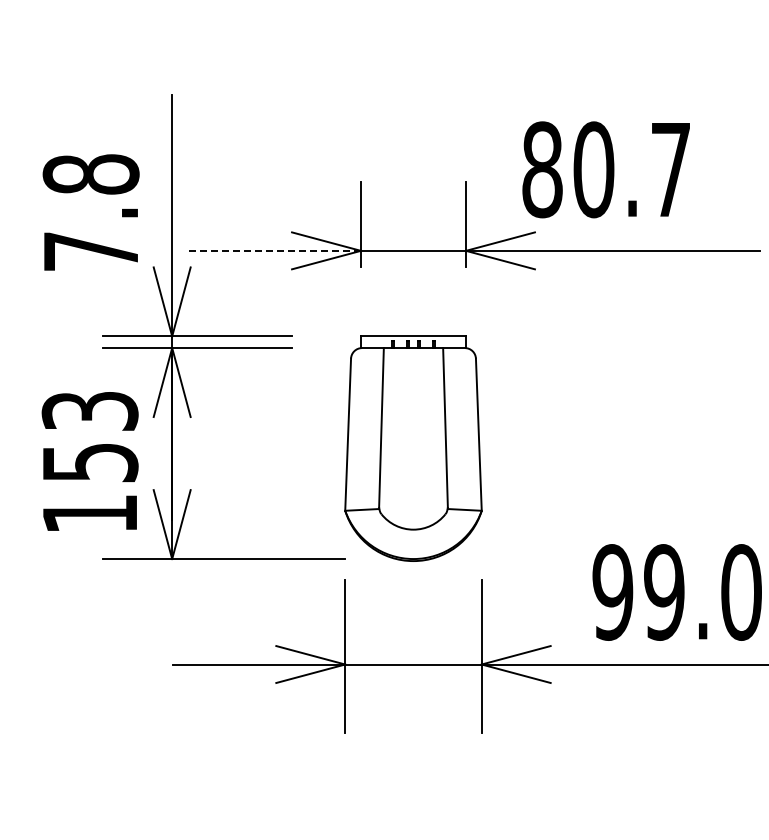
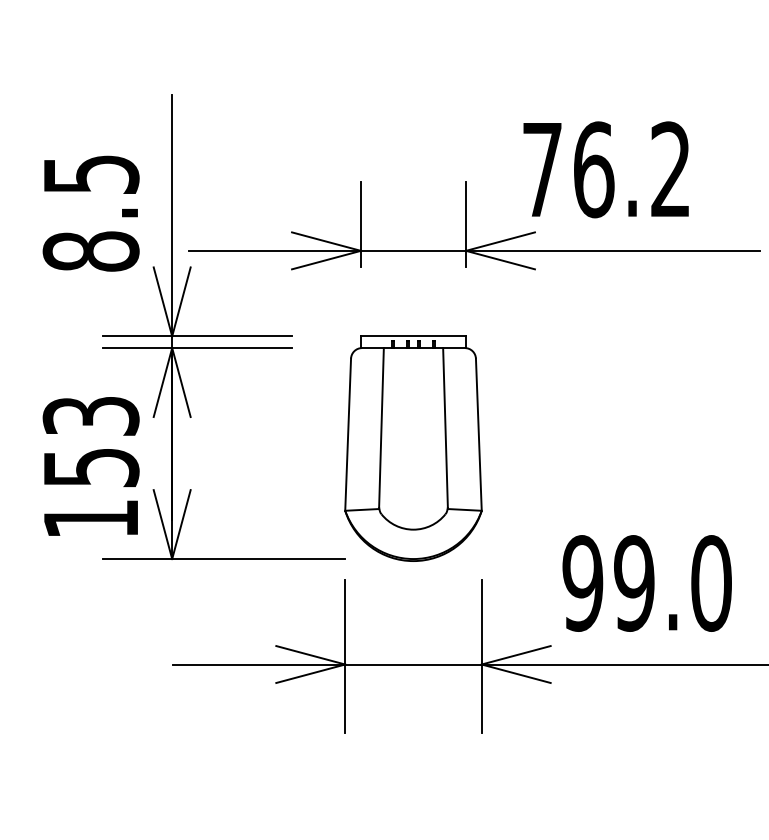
text at (605, 169): 80.7 -> 76.2
text at (90, 212): 7.8 -> 8.5
line at (274, 250): dashed -> solid
text at (89, 461) position: (89, 461) -> (90, 466)
text at (676, 592) position: (676, 592) -> (646, 583)
